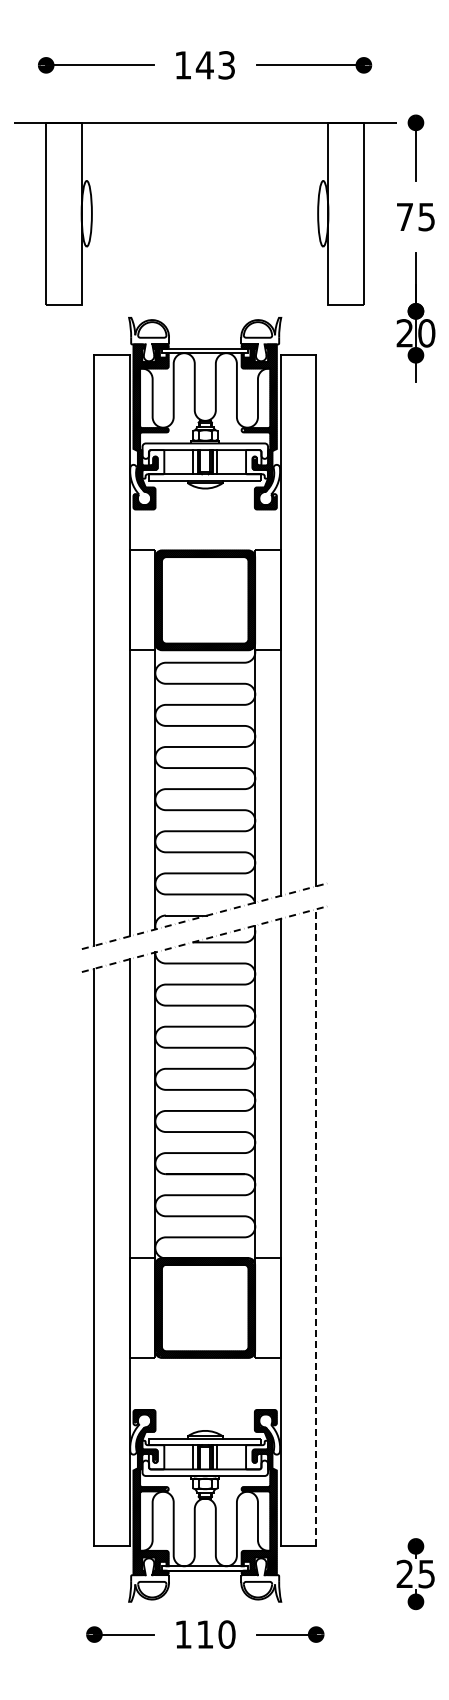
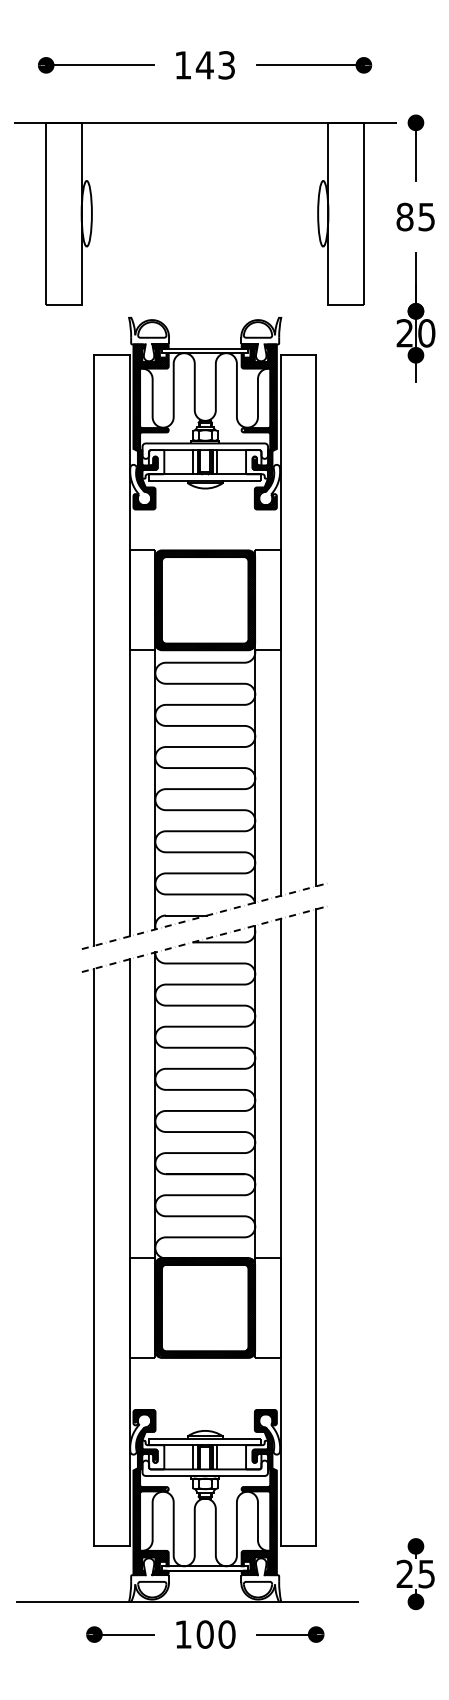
text at (404, 216): 75 -> 85
line at (316, 1227): dashed -> solid
line at (187, 1601): none -> present
text at (204, 1634): 110 -> 100
